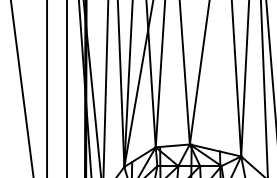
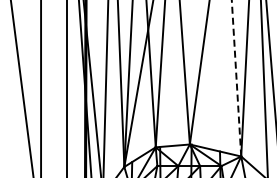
line at (236, 78): solid -> dashed
line at (47, 88) position: (47, 88) -> (41, 88)
